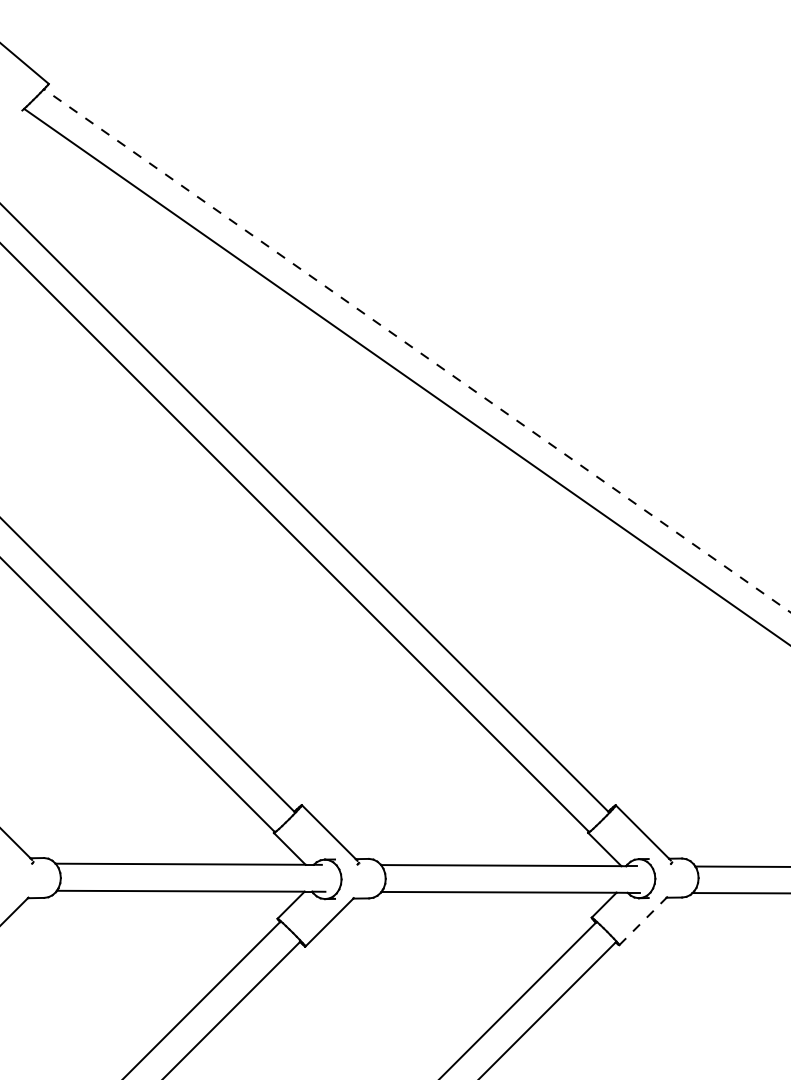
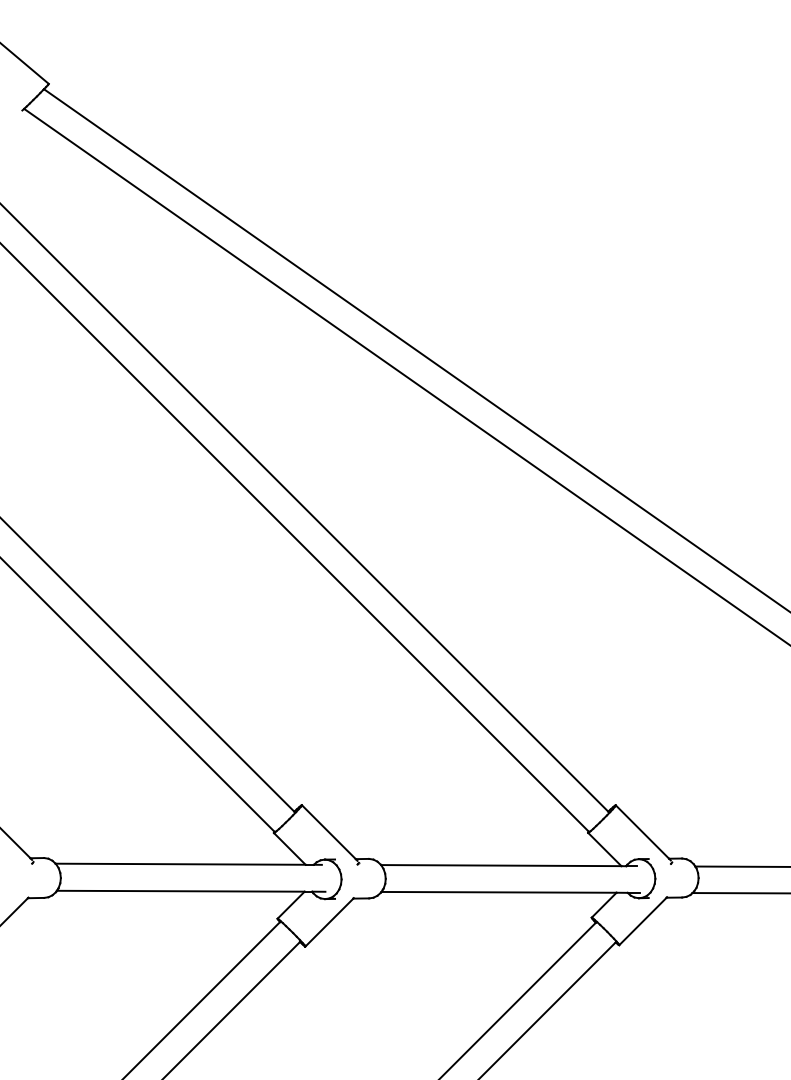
line at (417, 350): dashed -> solid
line at (642, 921): dashed -> solid
